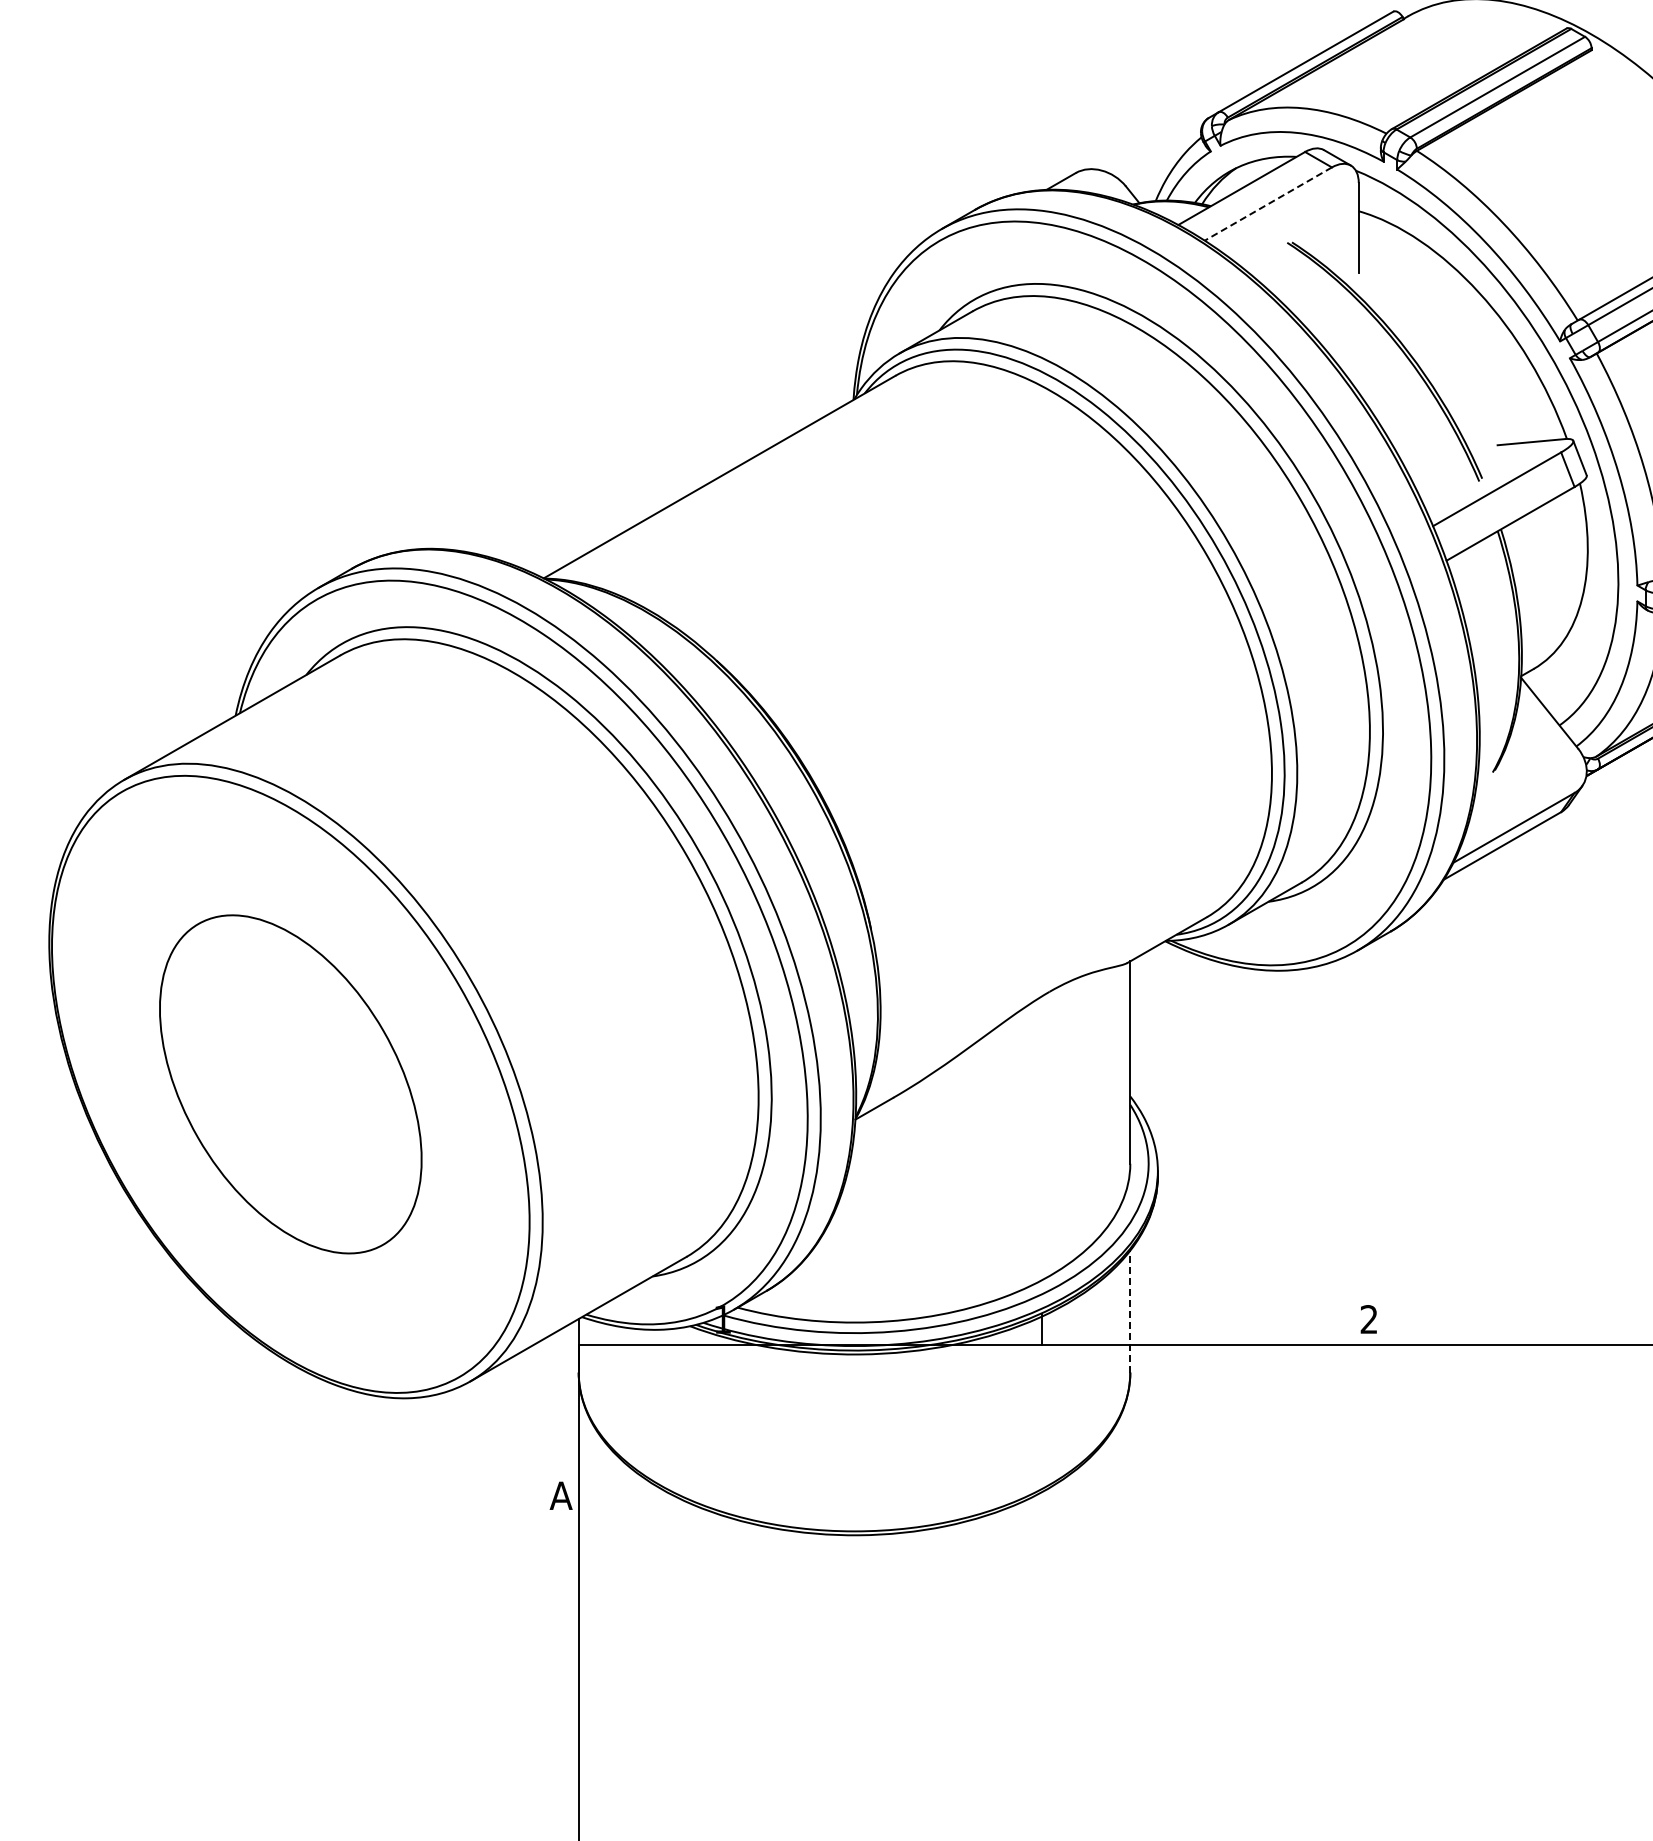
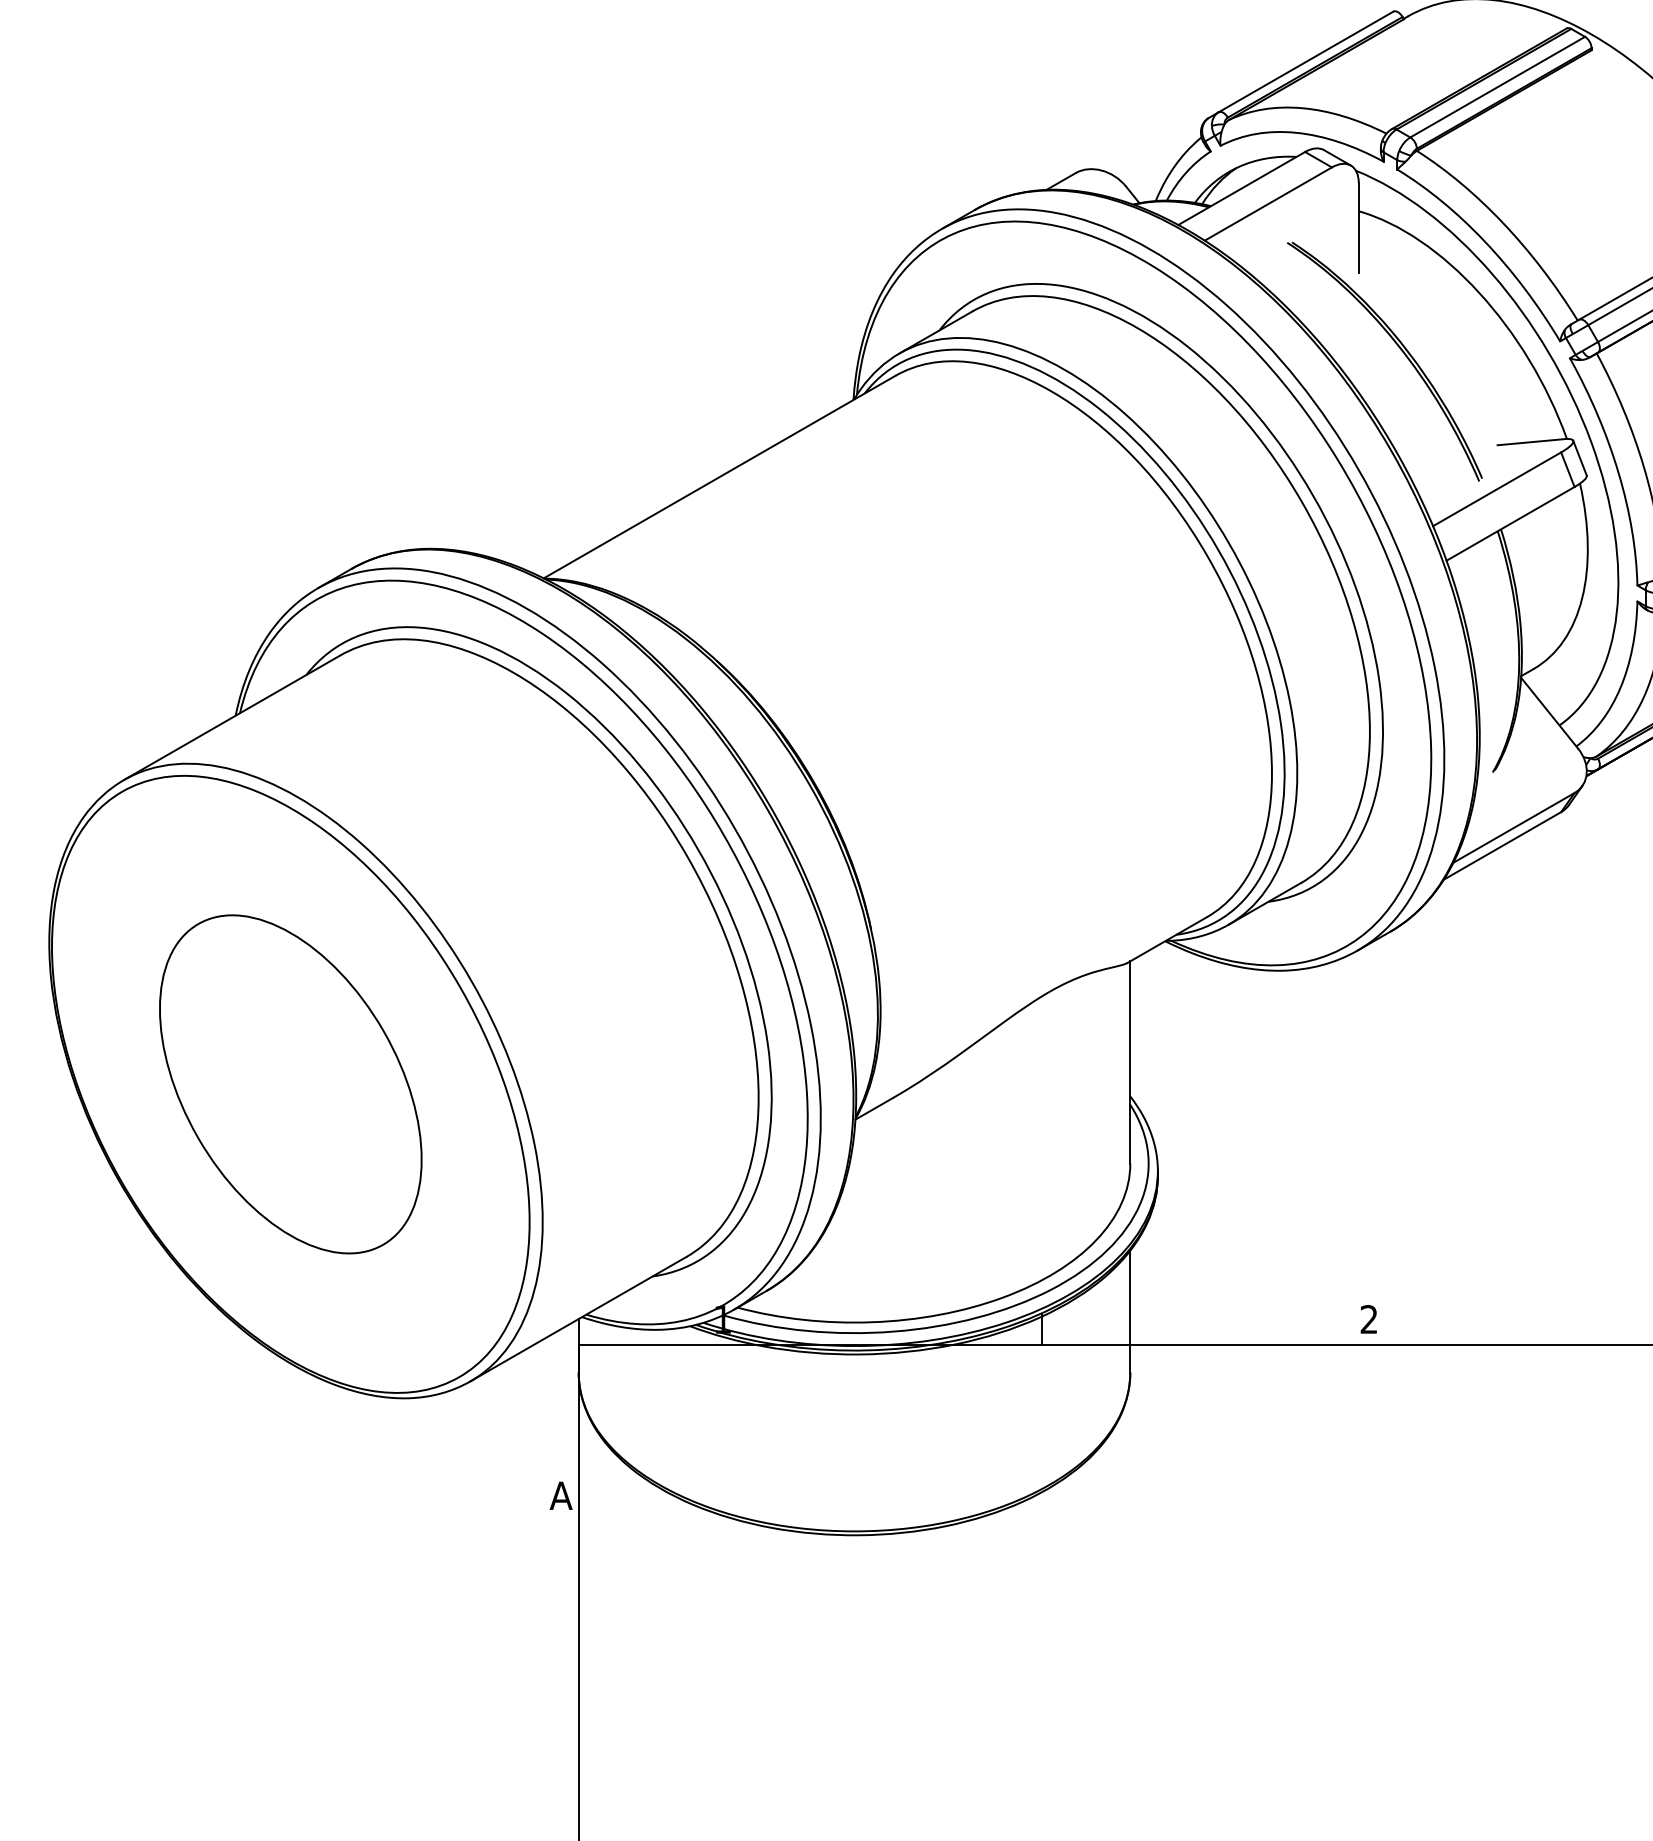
line at (1267, 204): dashed -> solid
line at (1130, 1311): dashed -> solid
